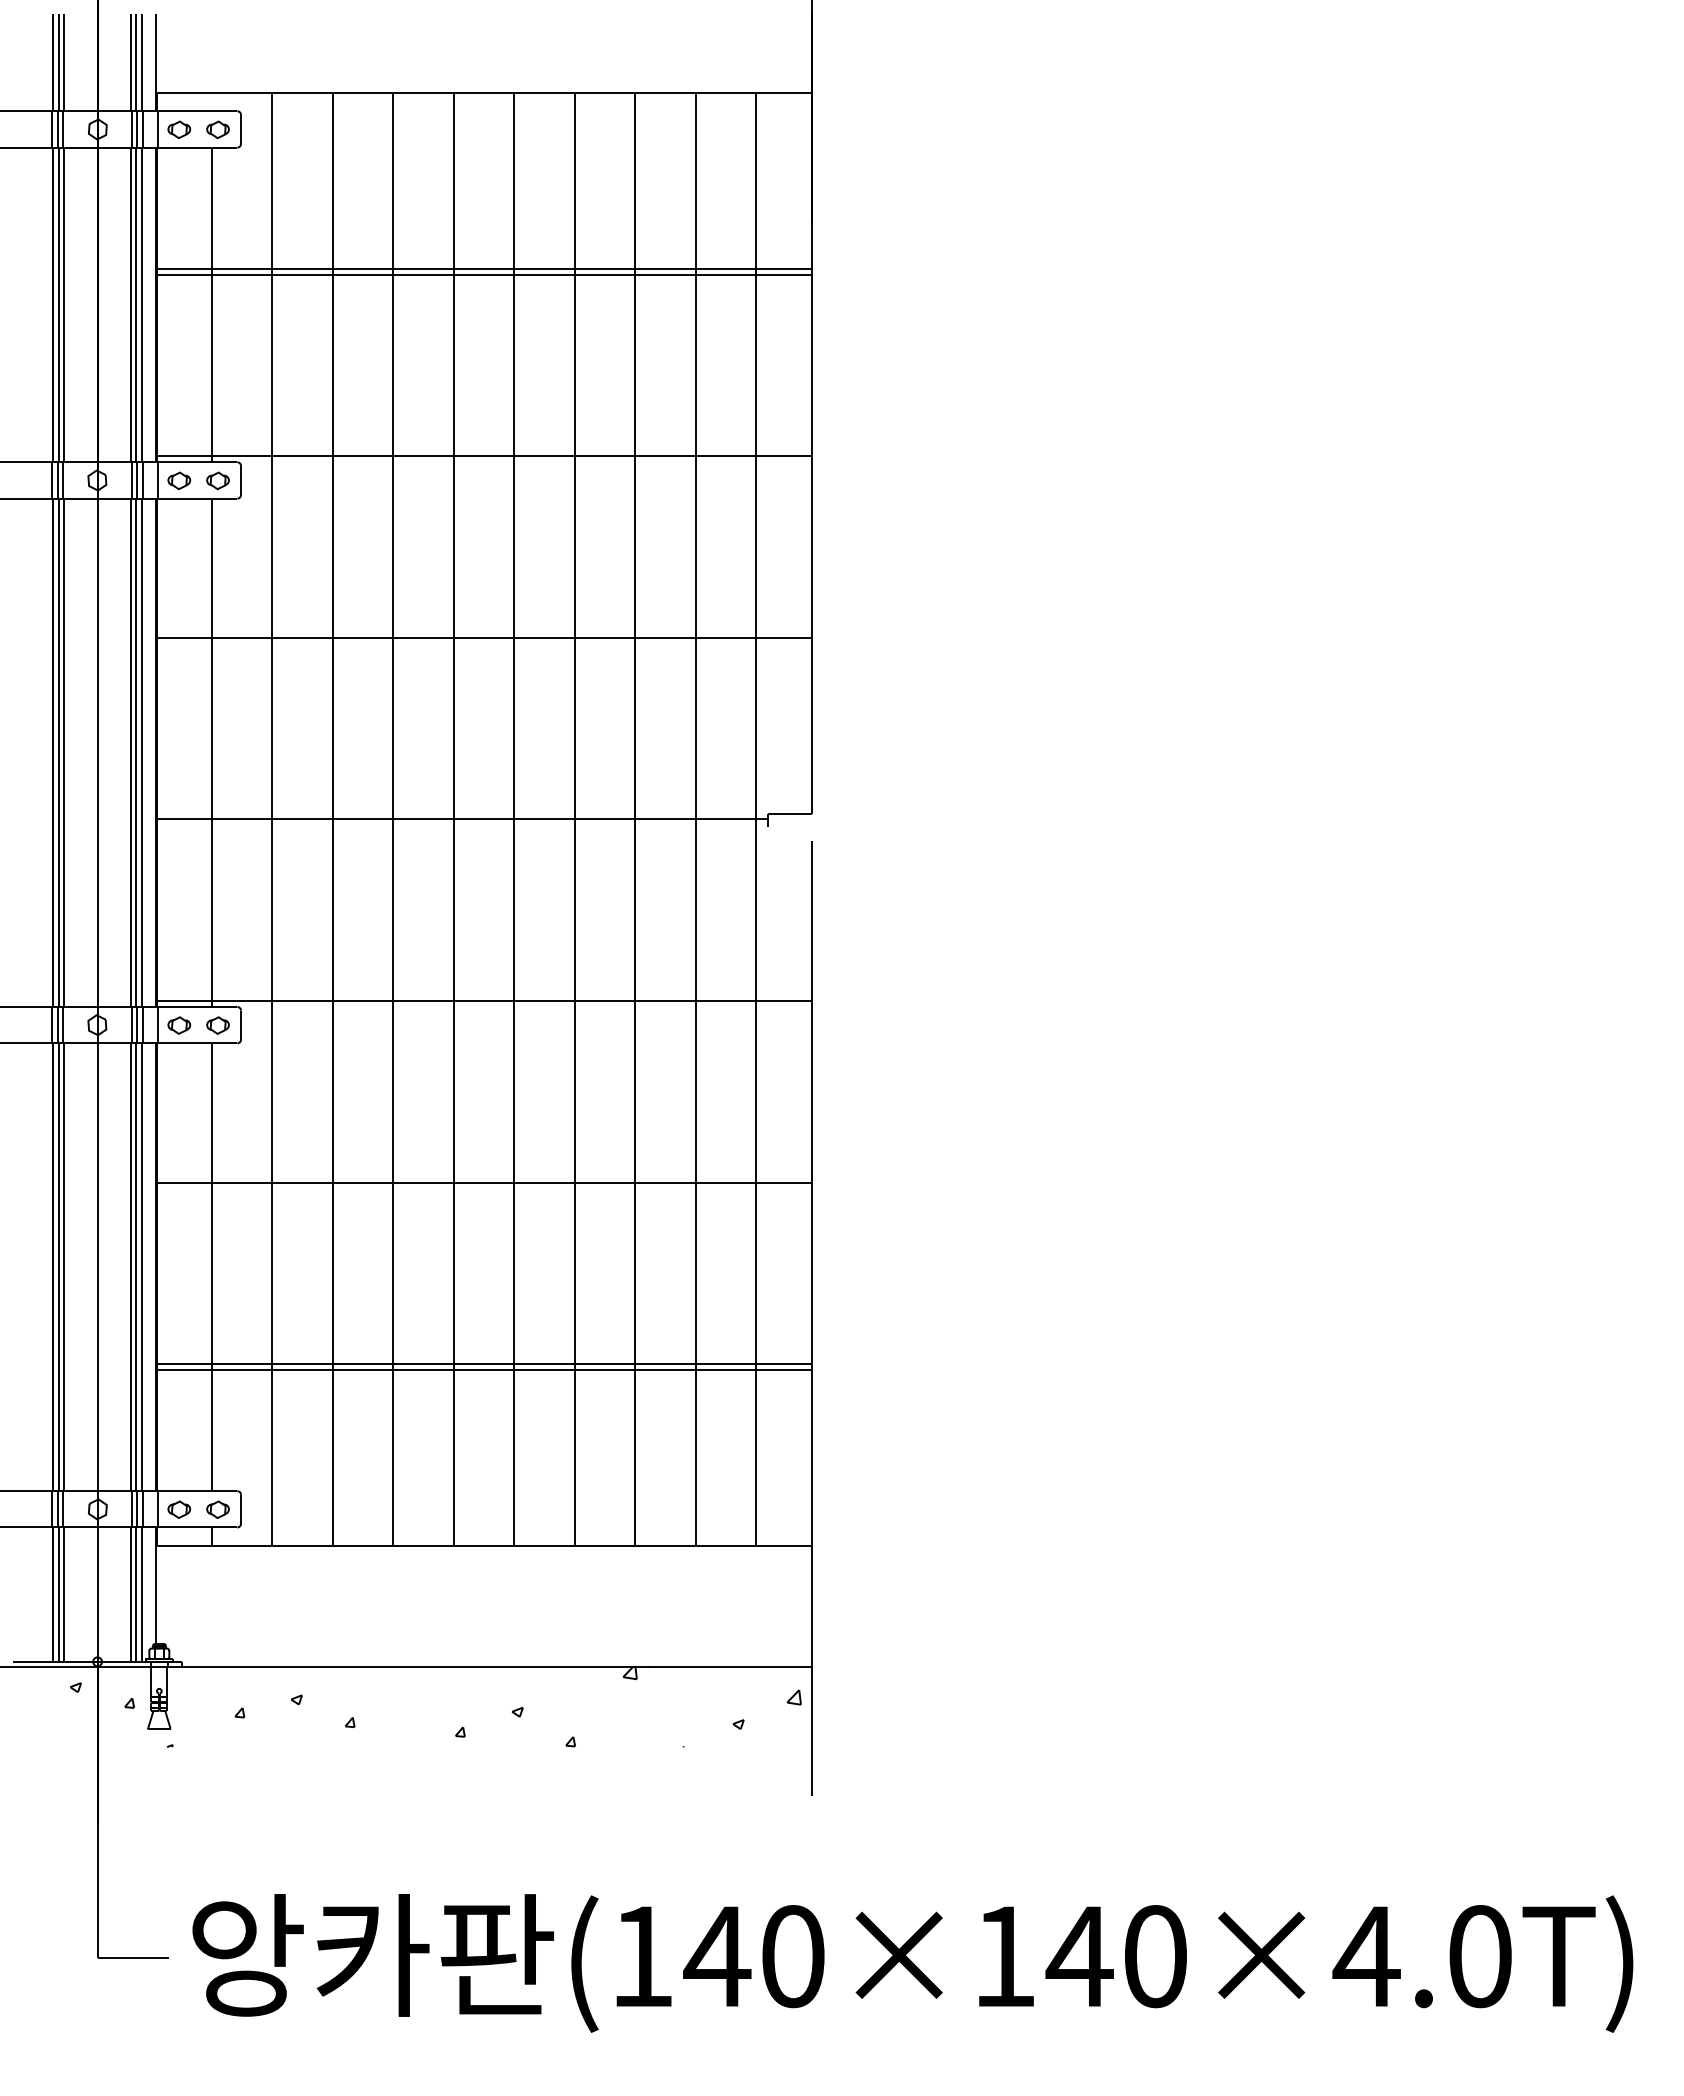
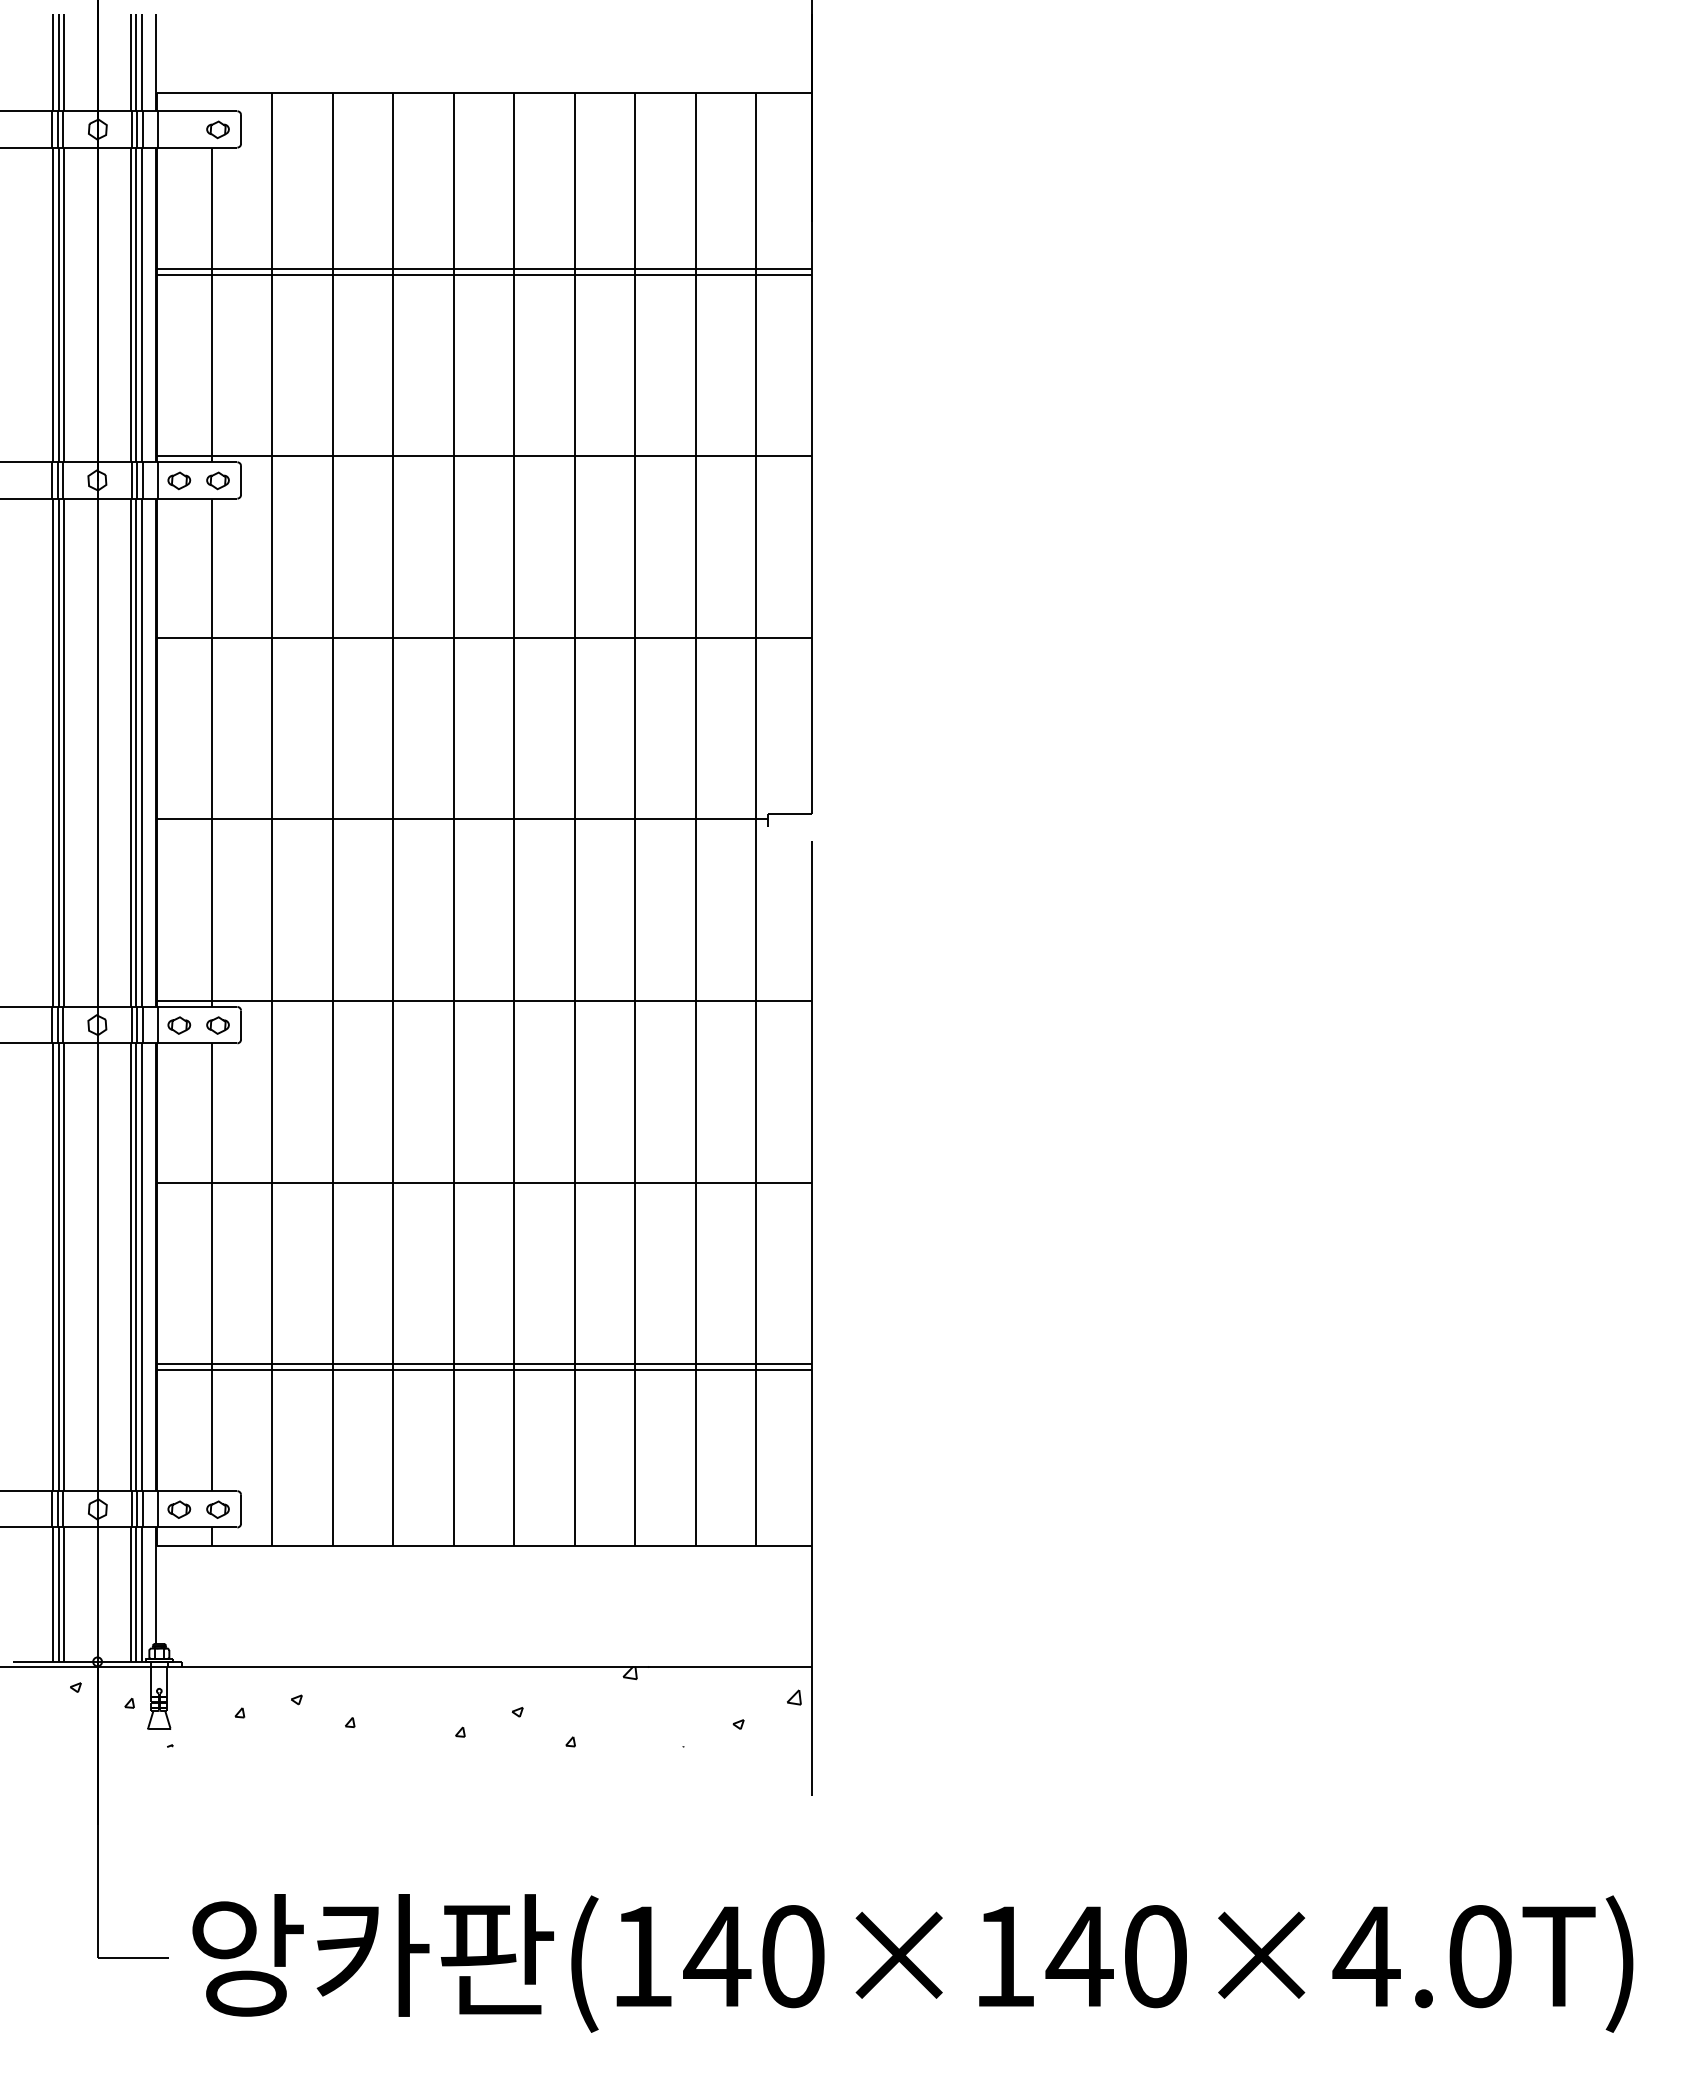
part at (179, 129): present -> none
